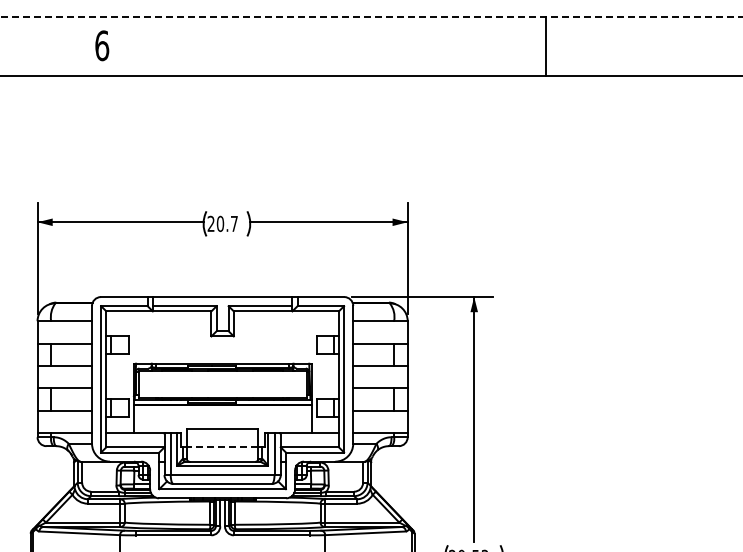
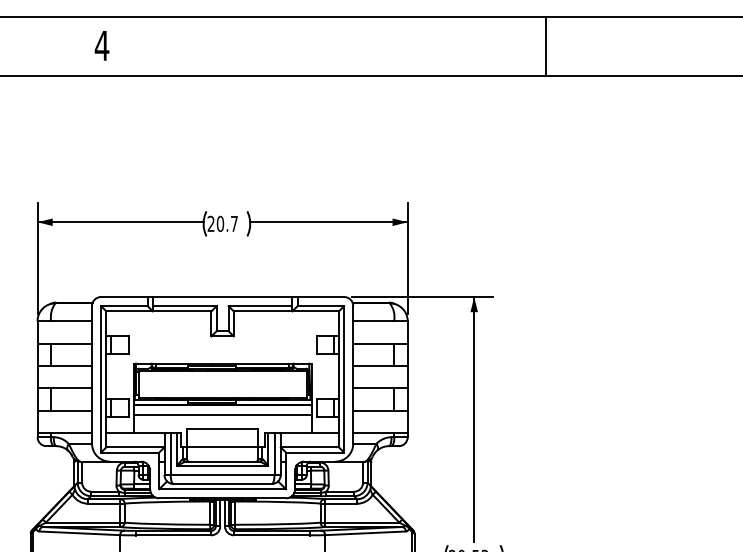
line at (371, 16): dashed -> solid
text at (101, 45): 6 -> 4
line at (222, 414): none -> present
line at (222, 447): dashed -> solid
